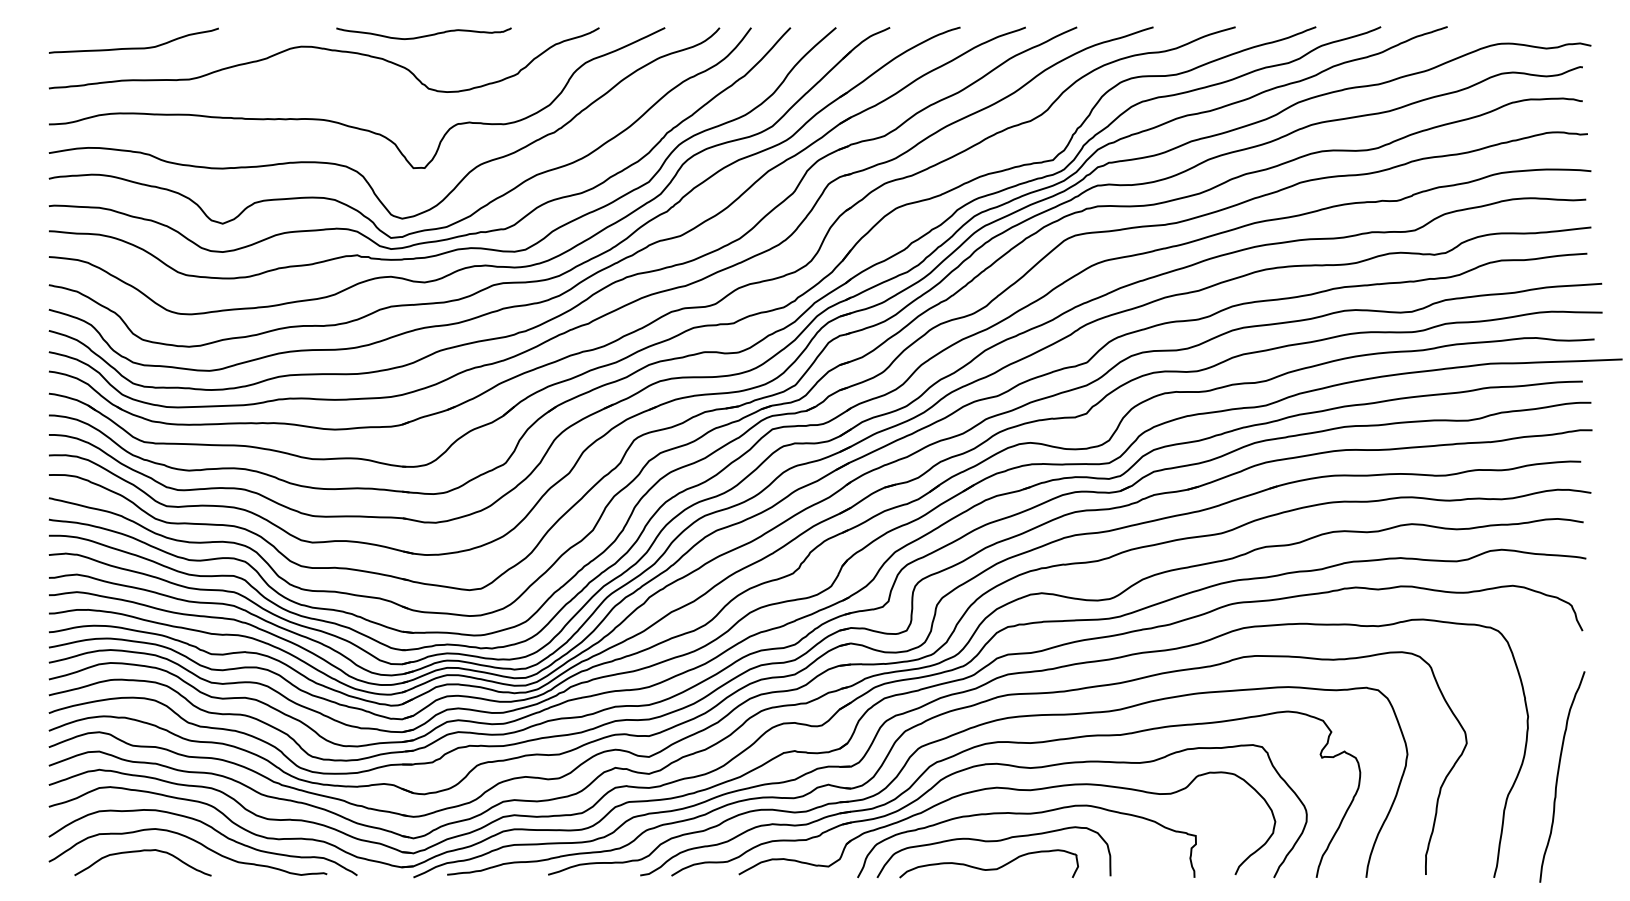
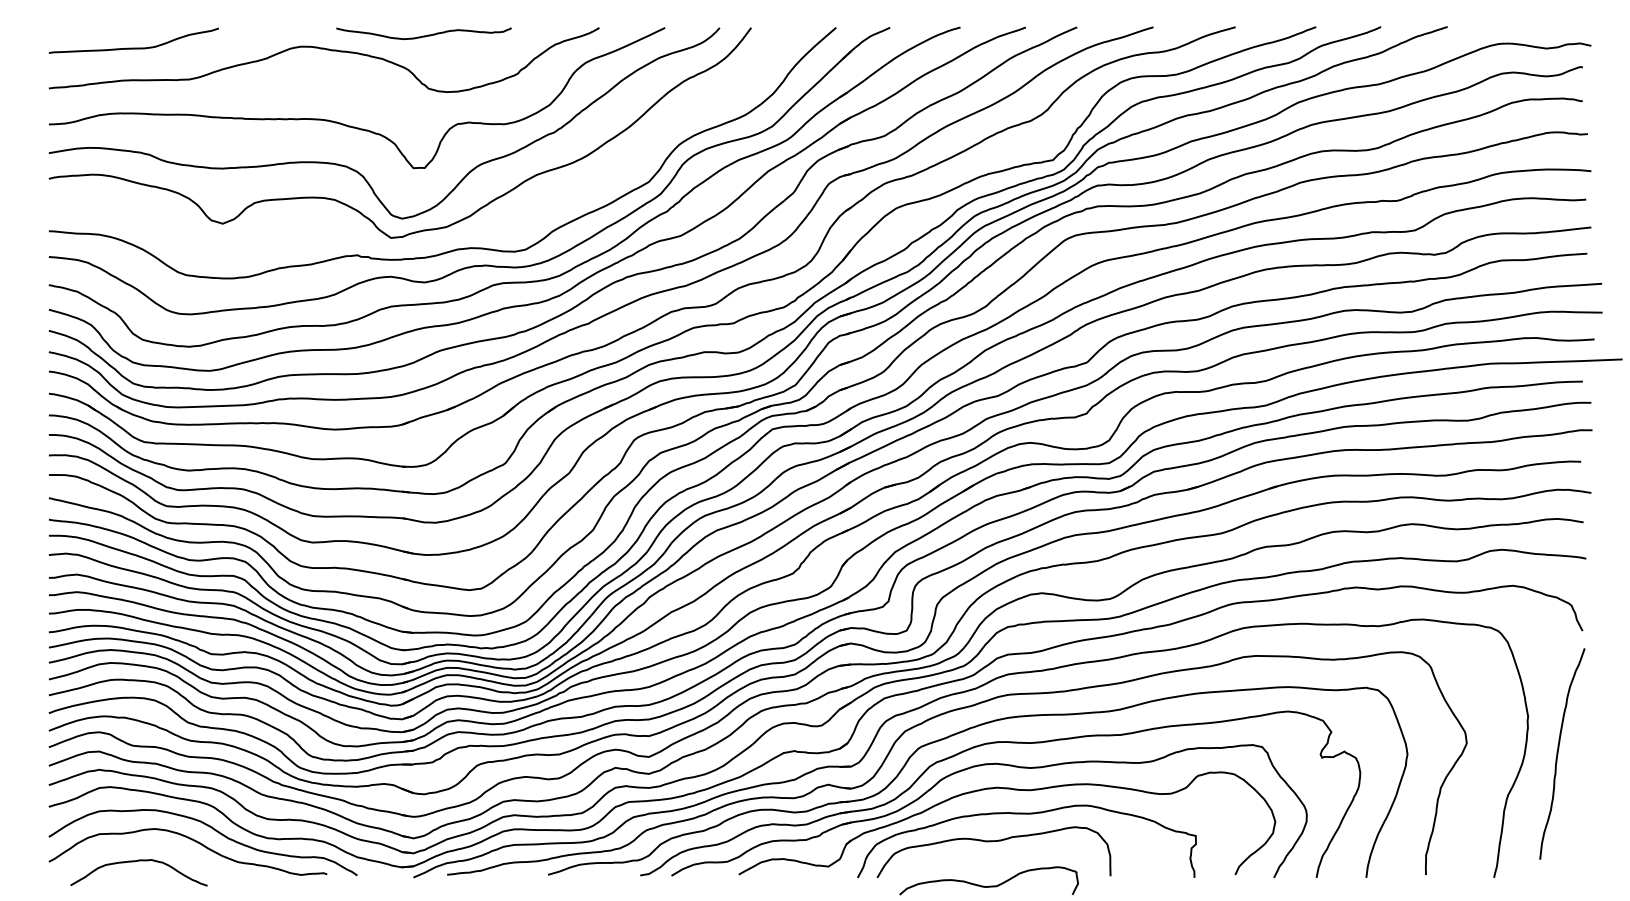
curve at (433, 240): present -> none
curve at (1558, 776) position: (1558, 776) -> (1558, 753)
curve at (138, 852) position: (138, 852) -> (134, 862)
curve at (988, 868) position: (988, 868) -> (988, 885)
